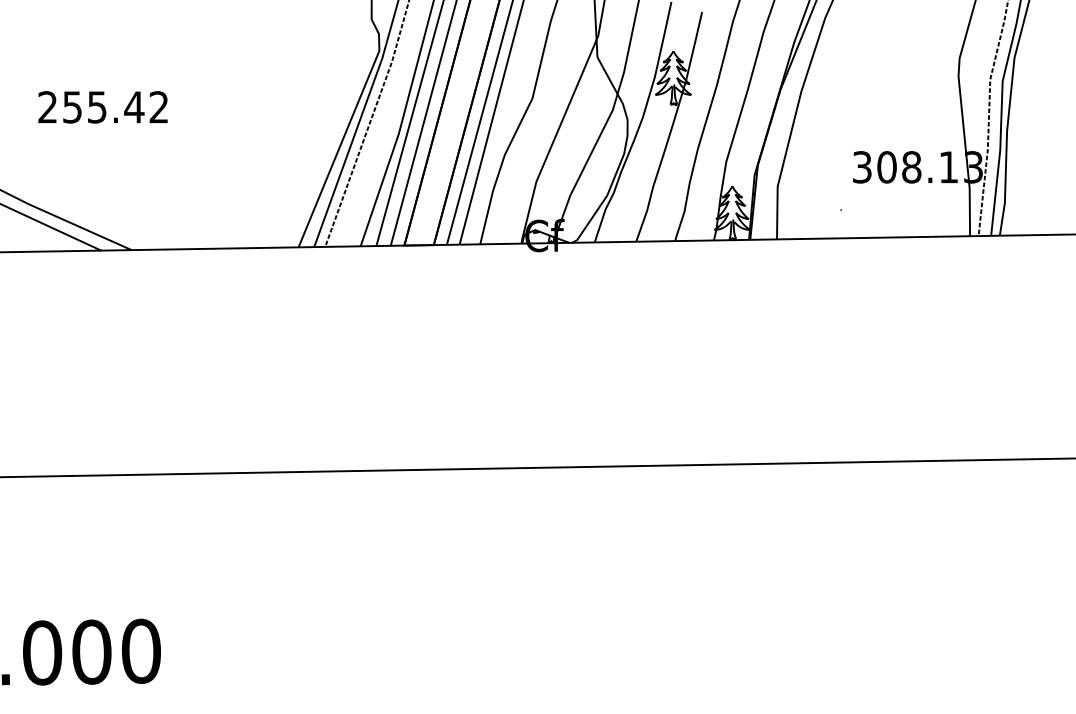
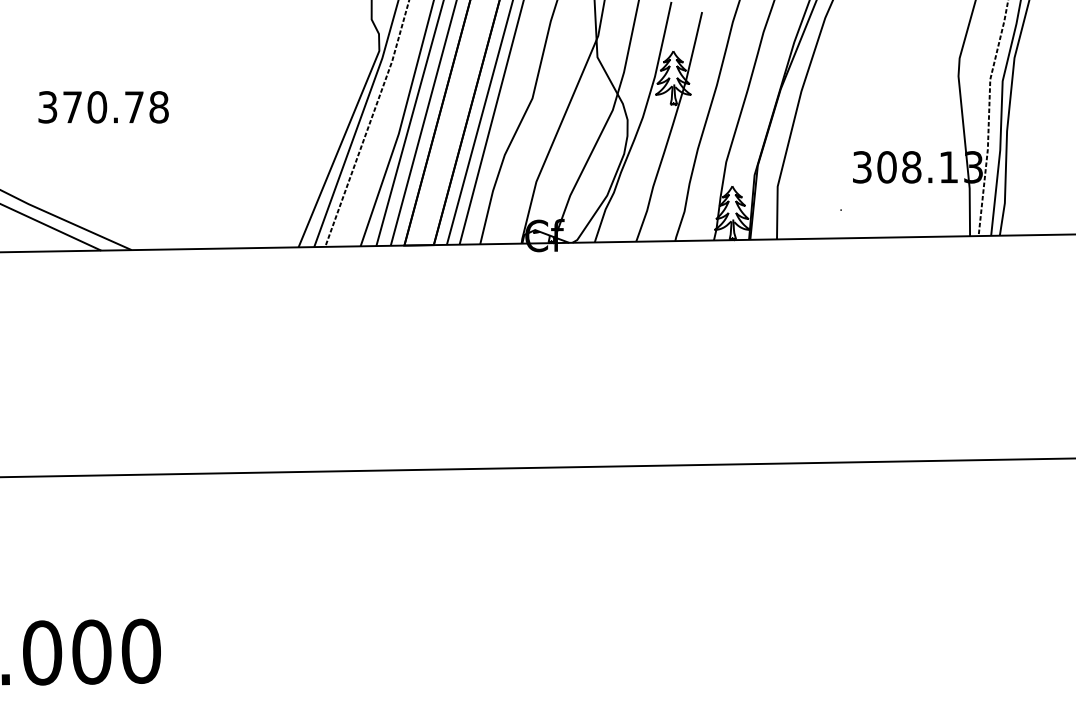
text at (103, 107): 255.42 -> 370.78
